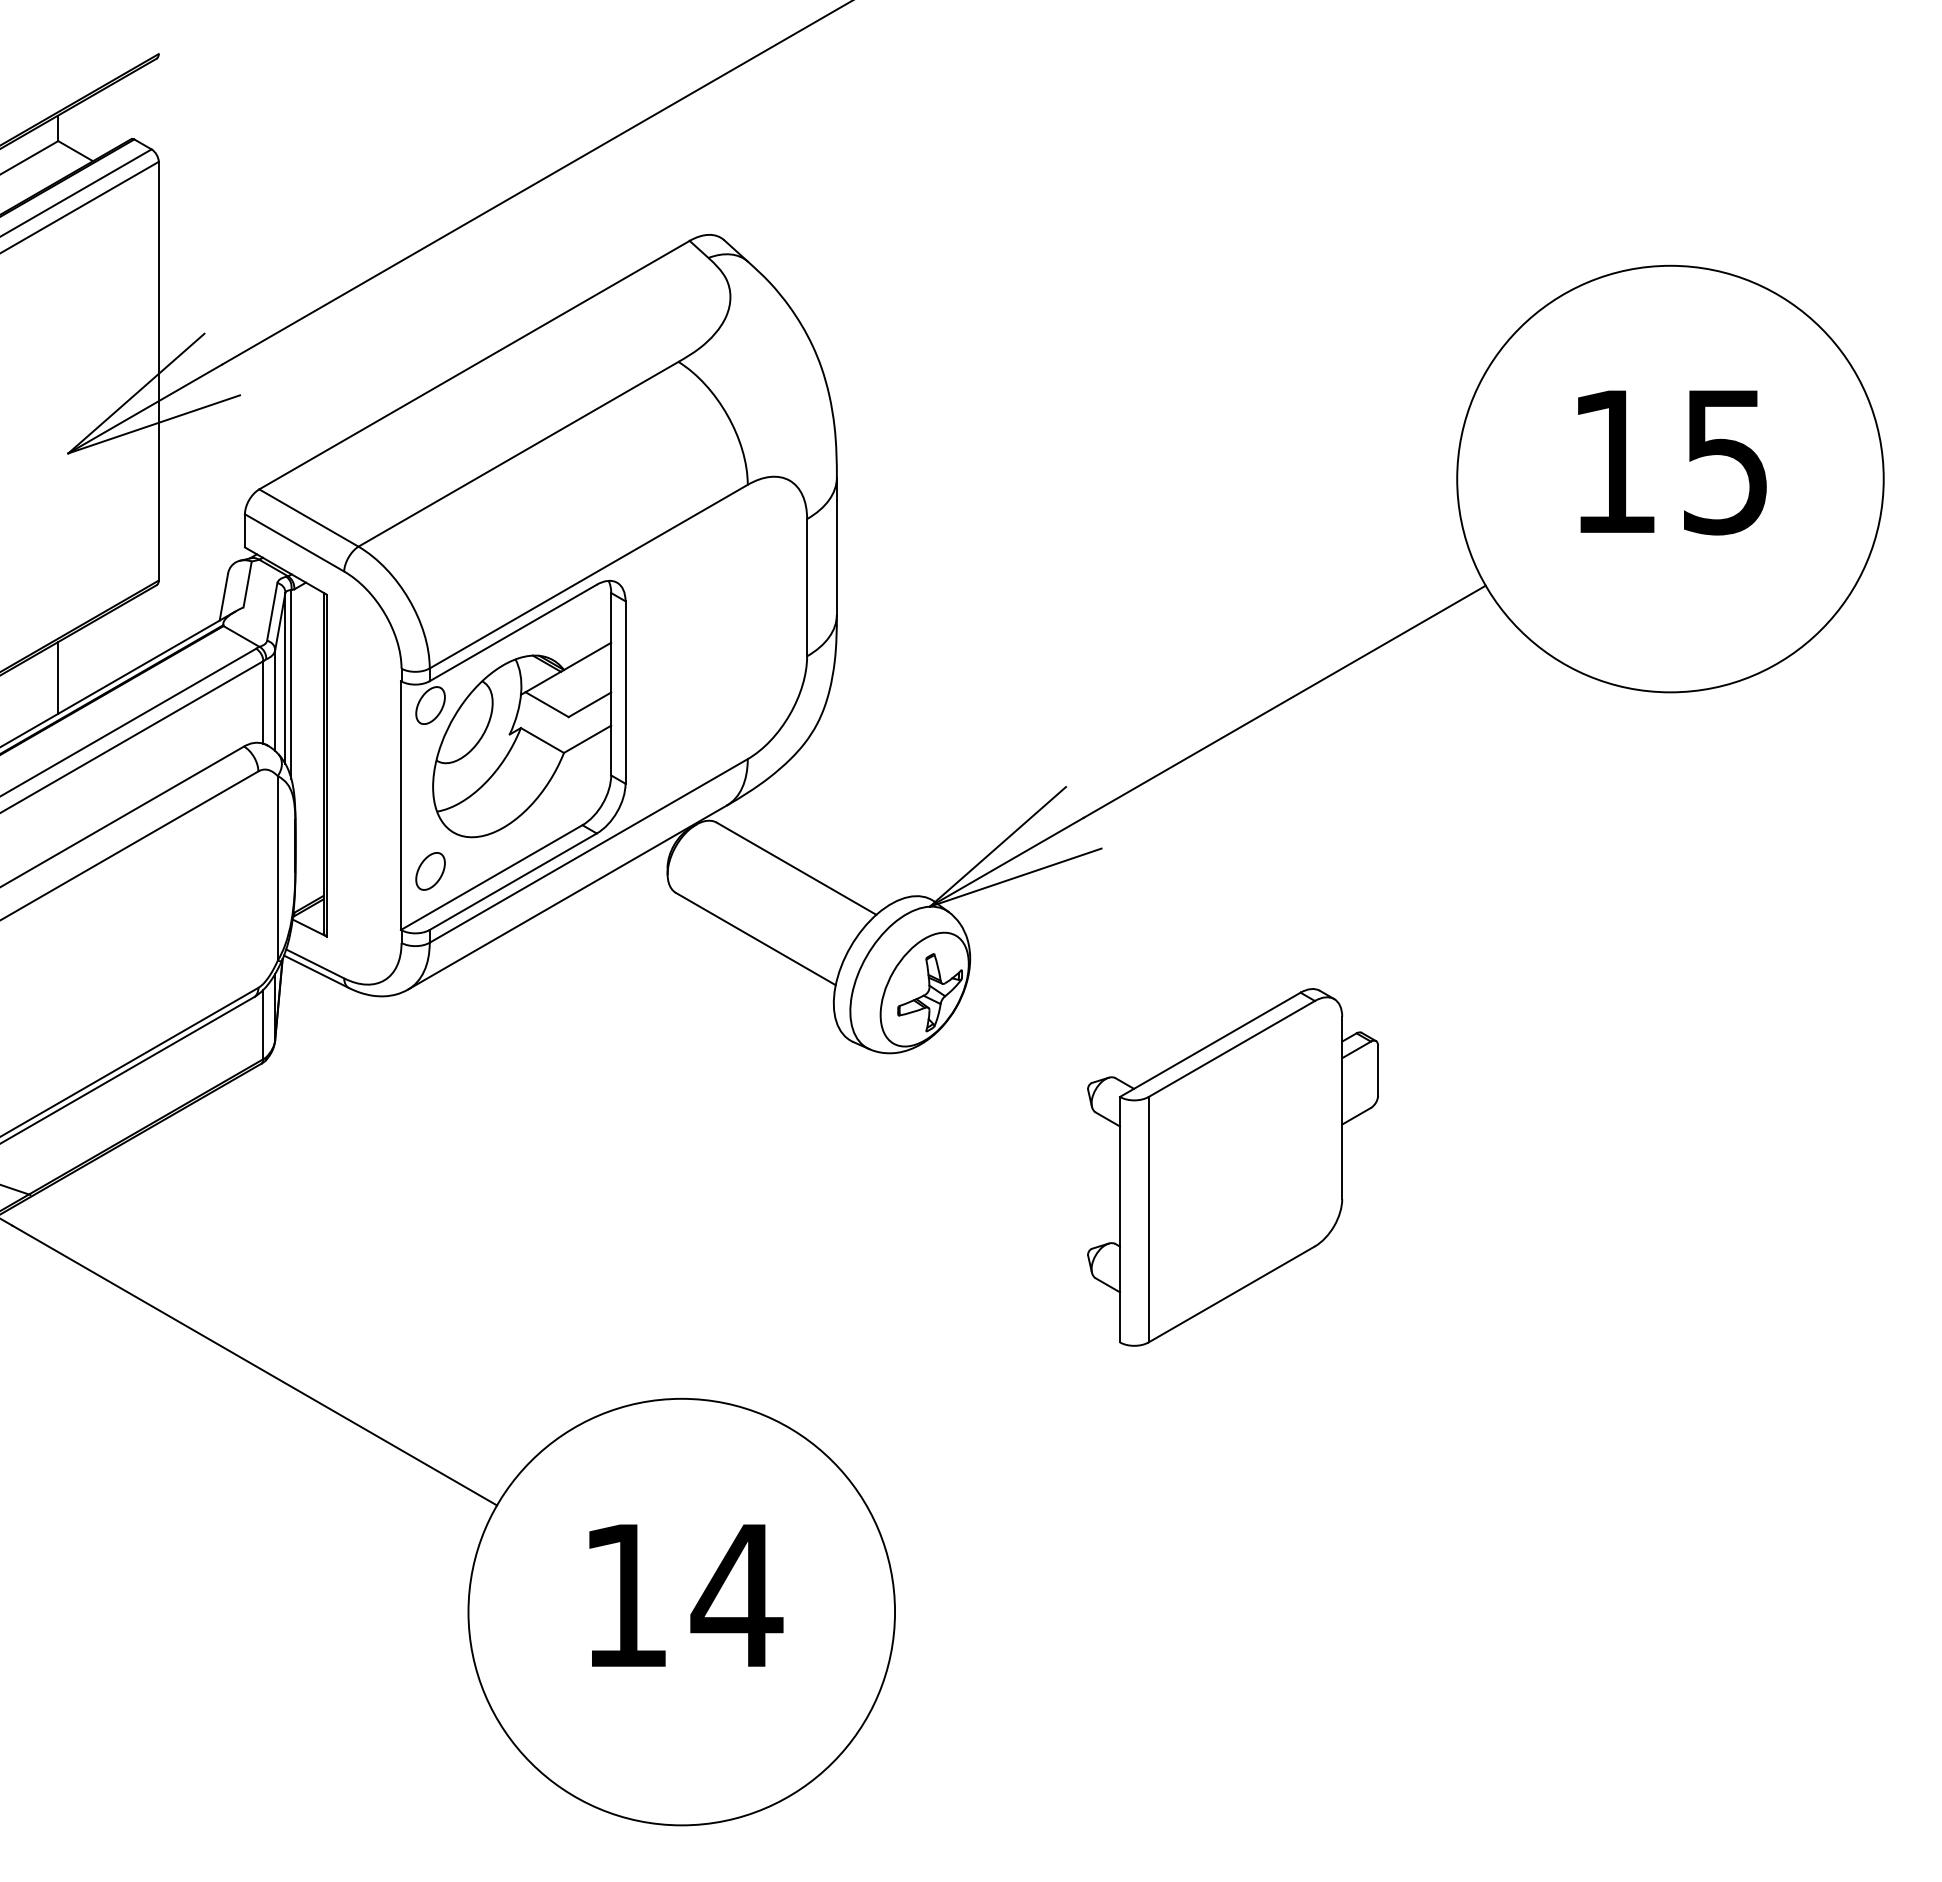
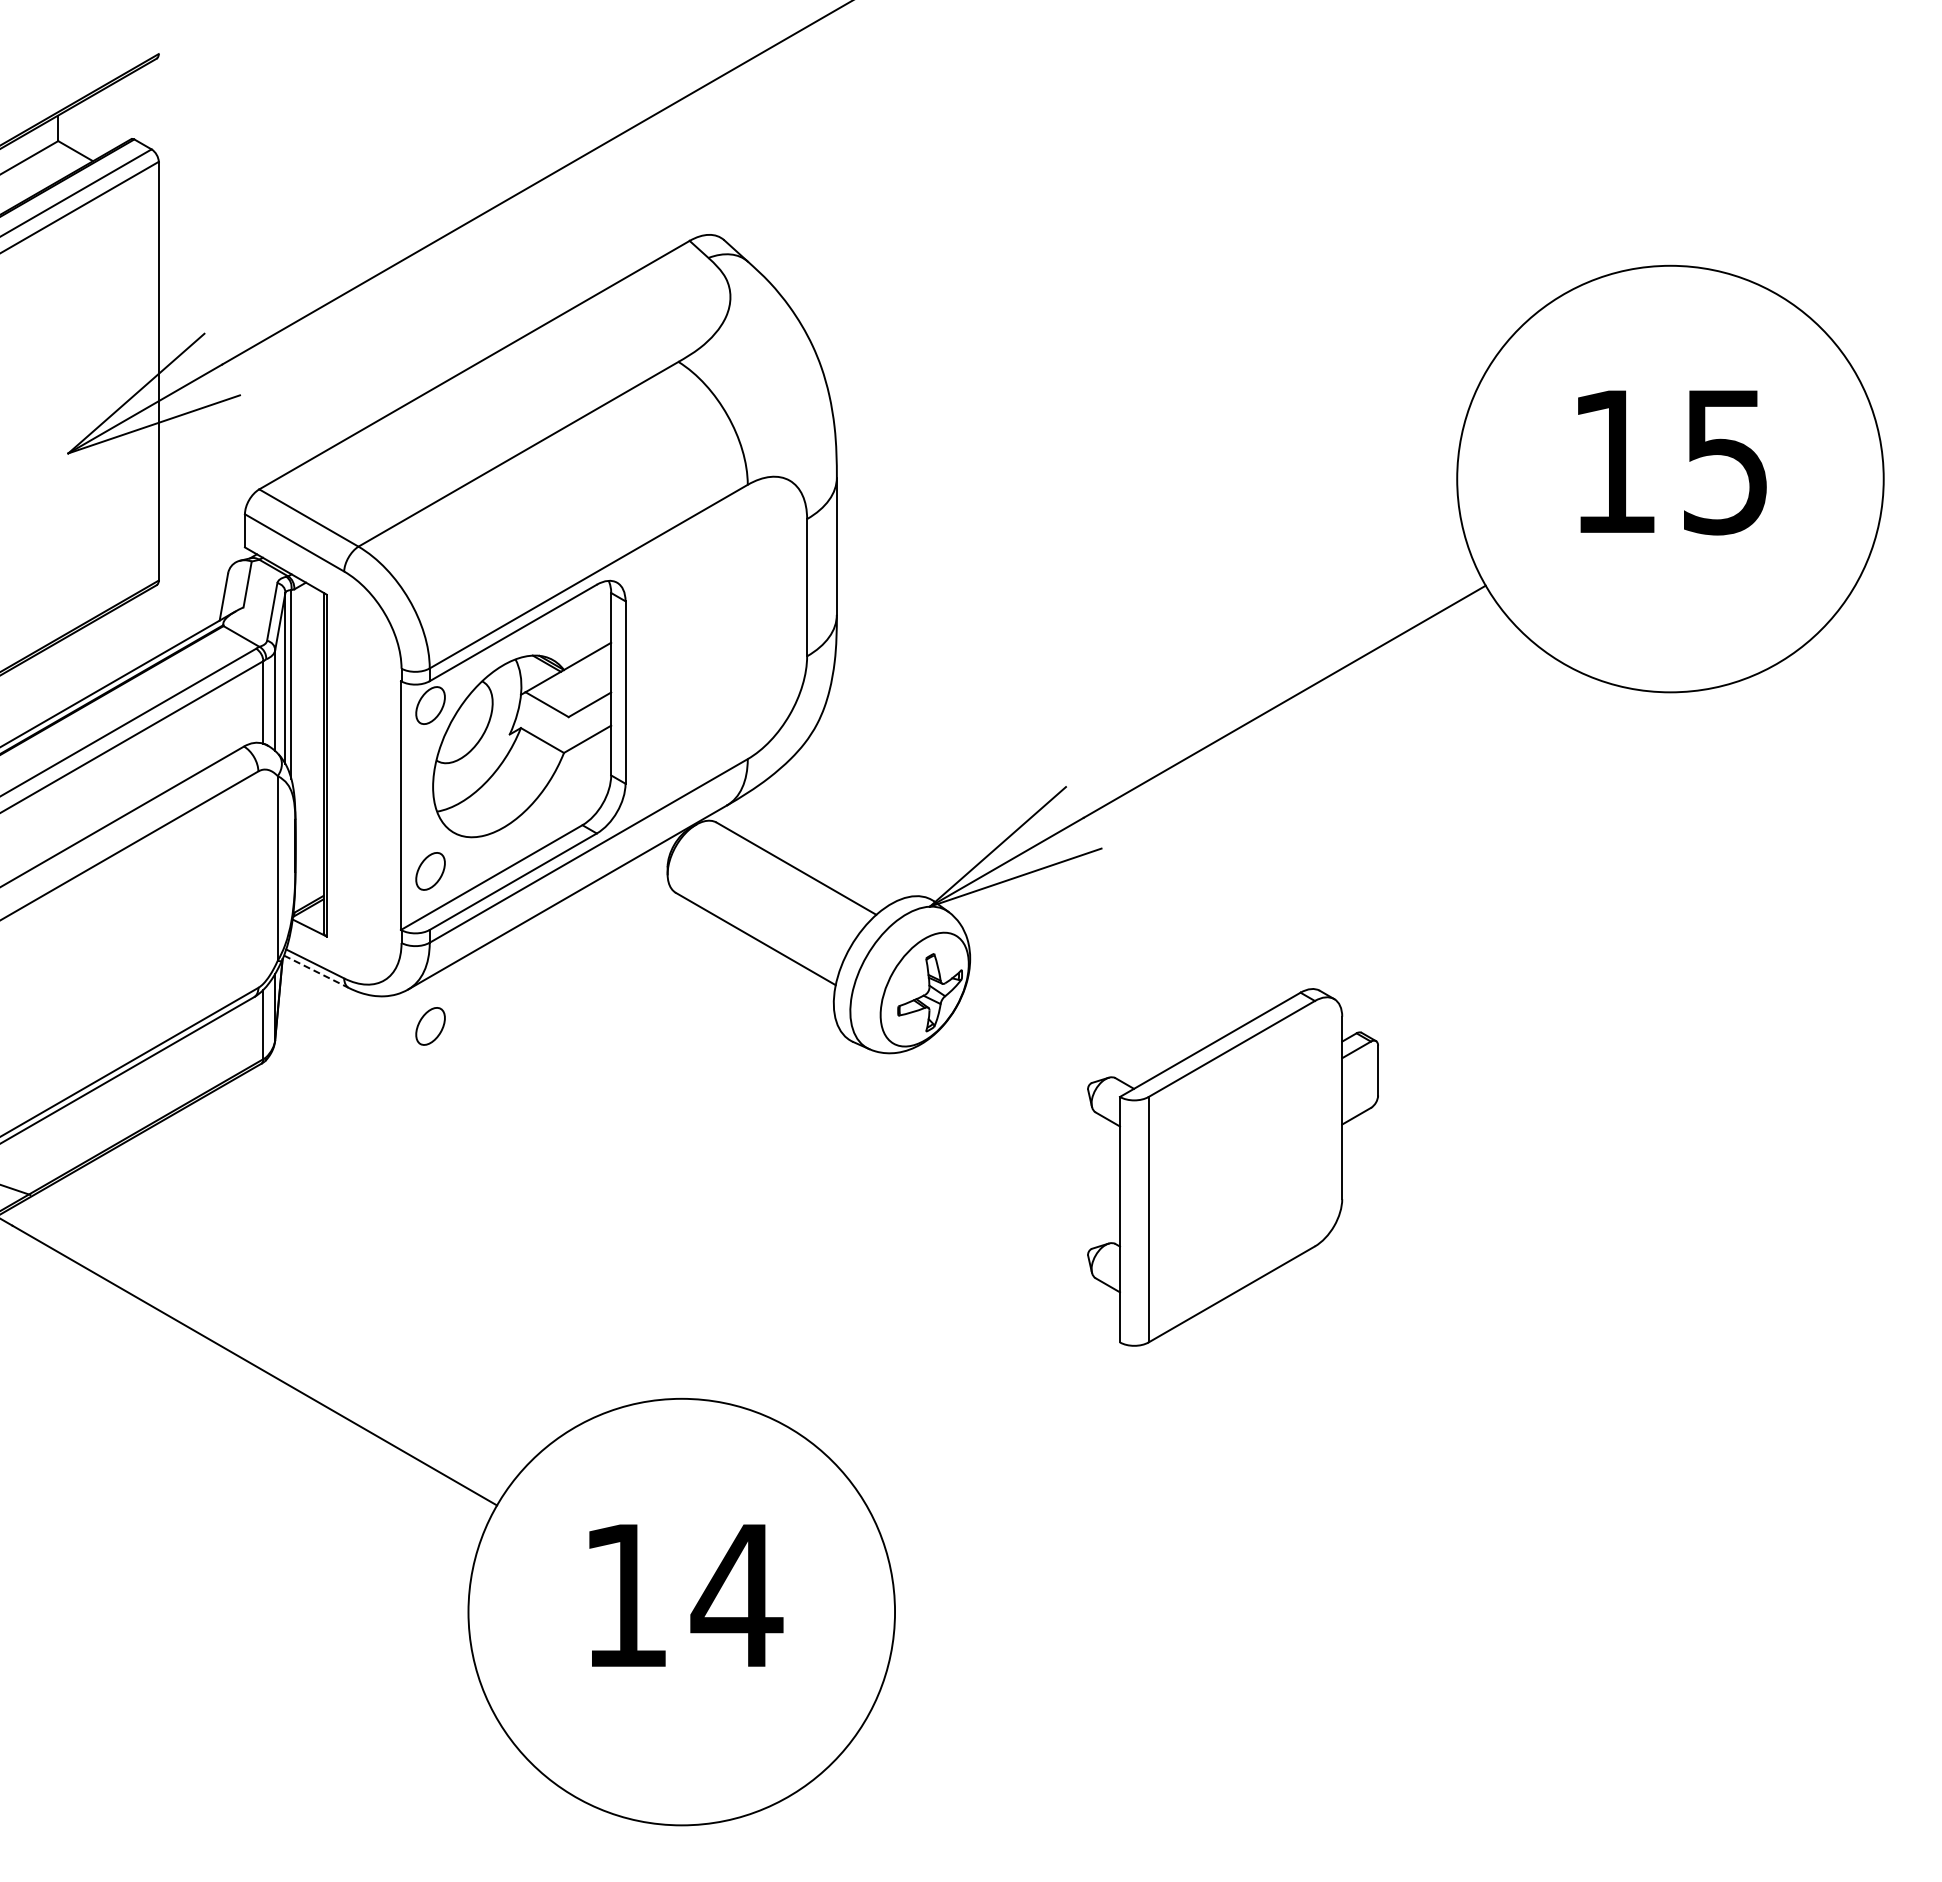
line at (58, 677): present -> none
line at (316, 972): solid -> dashed
part at (430, 1026): none -> present
